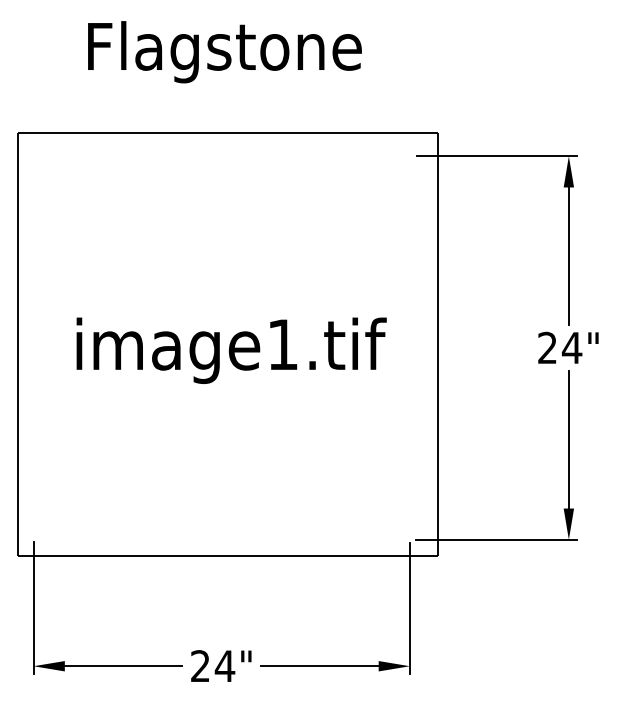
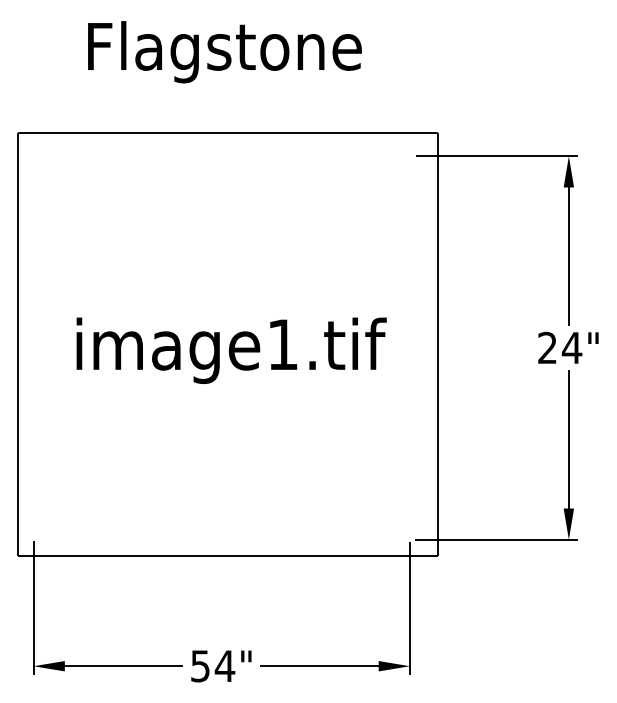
text at (200, 666): 24" -> 54"
